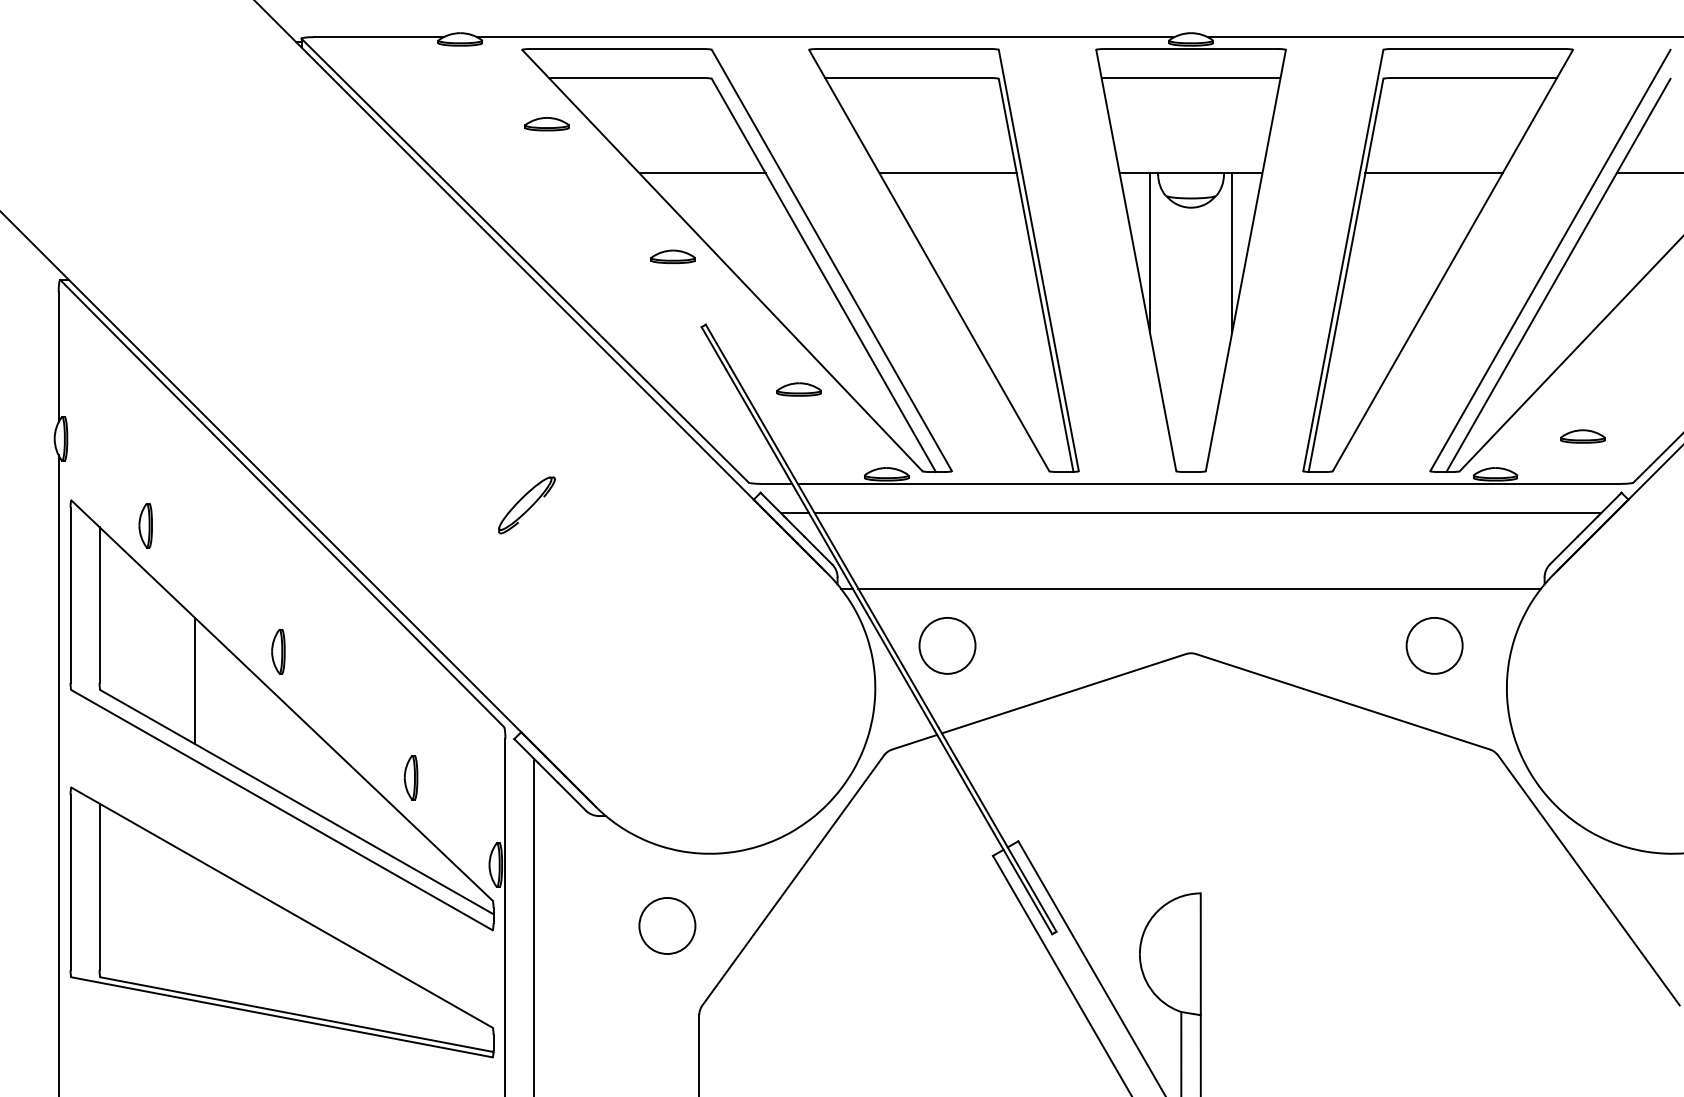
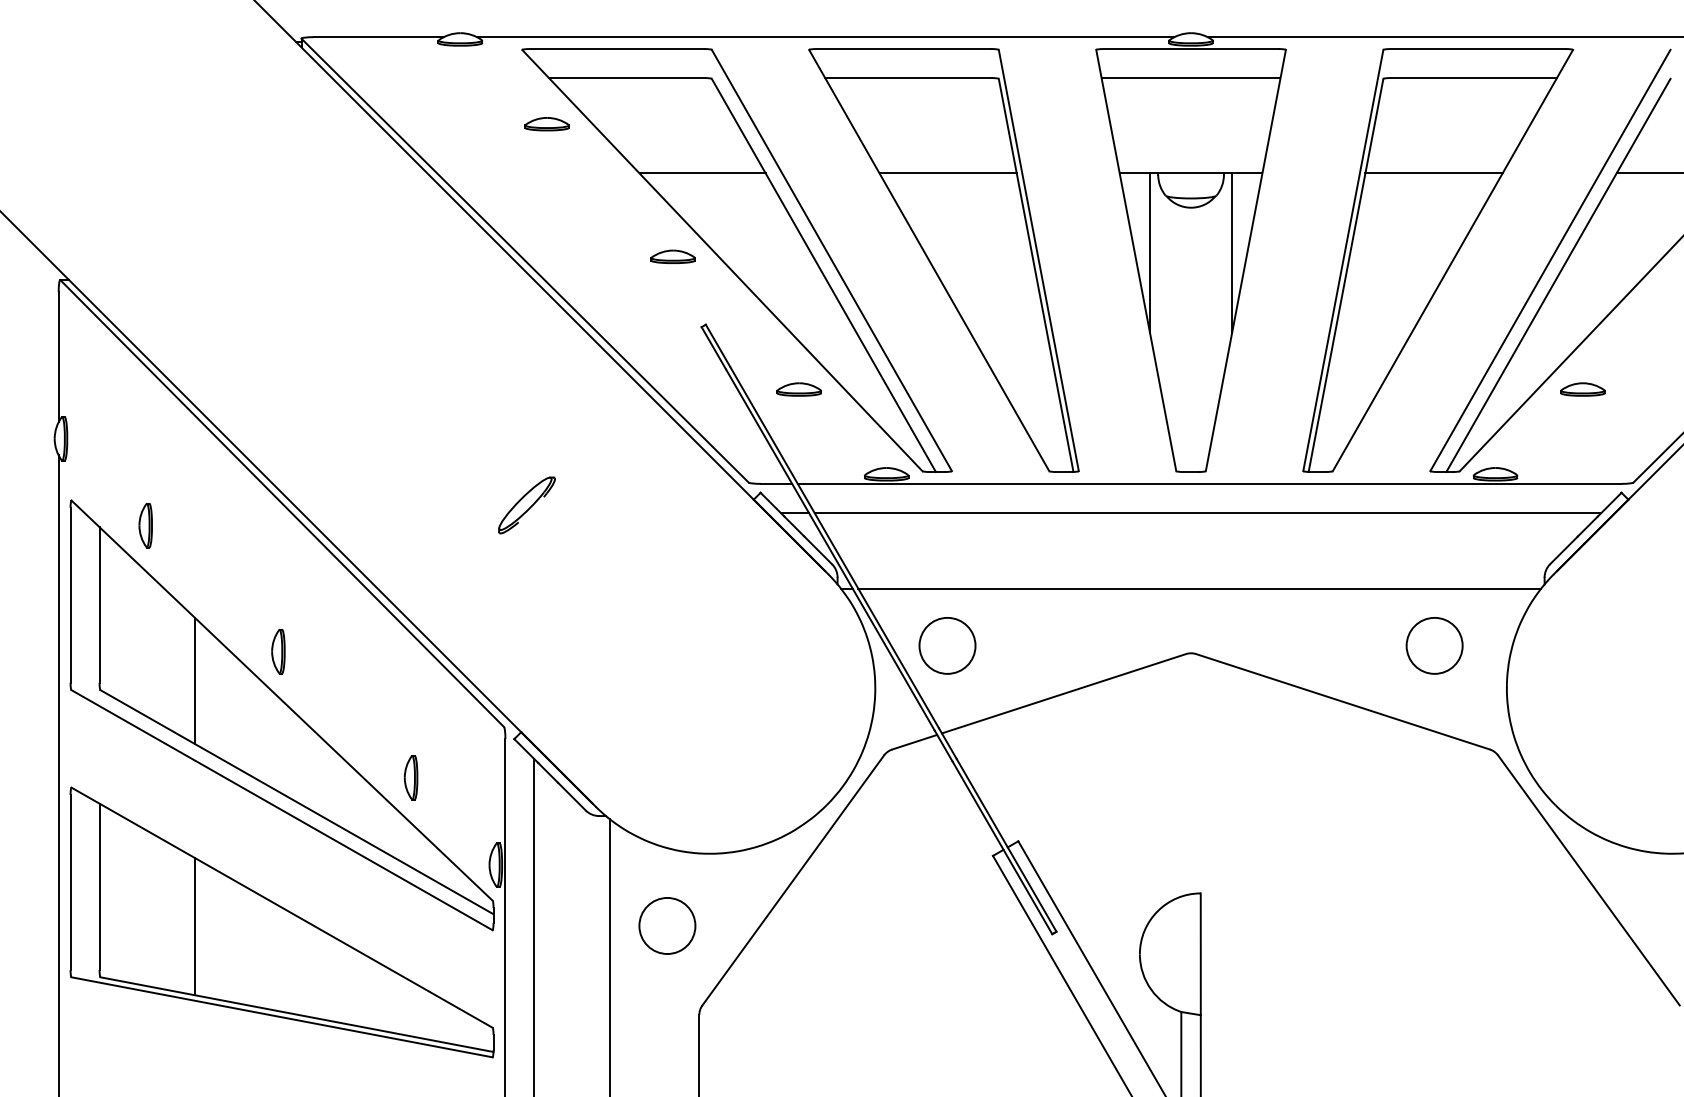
part at (1582, 436) position: (1582, 436) -> (1582, 389)
line at (195, 926): none -> present
line at (610, 956): none -> present
